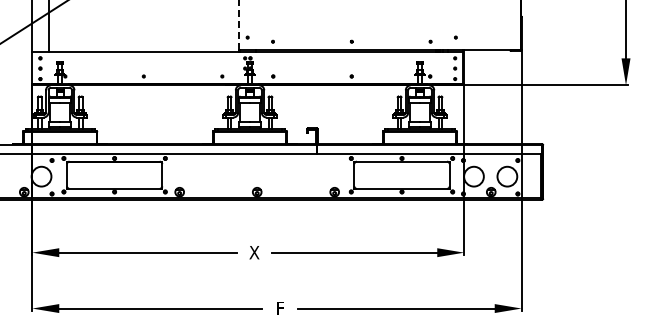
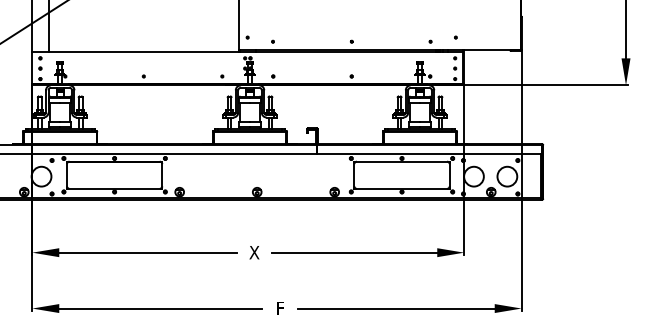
line at (239, 25): dashed -> solid
